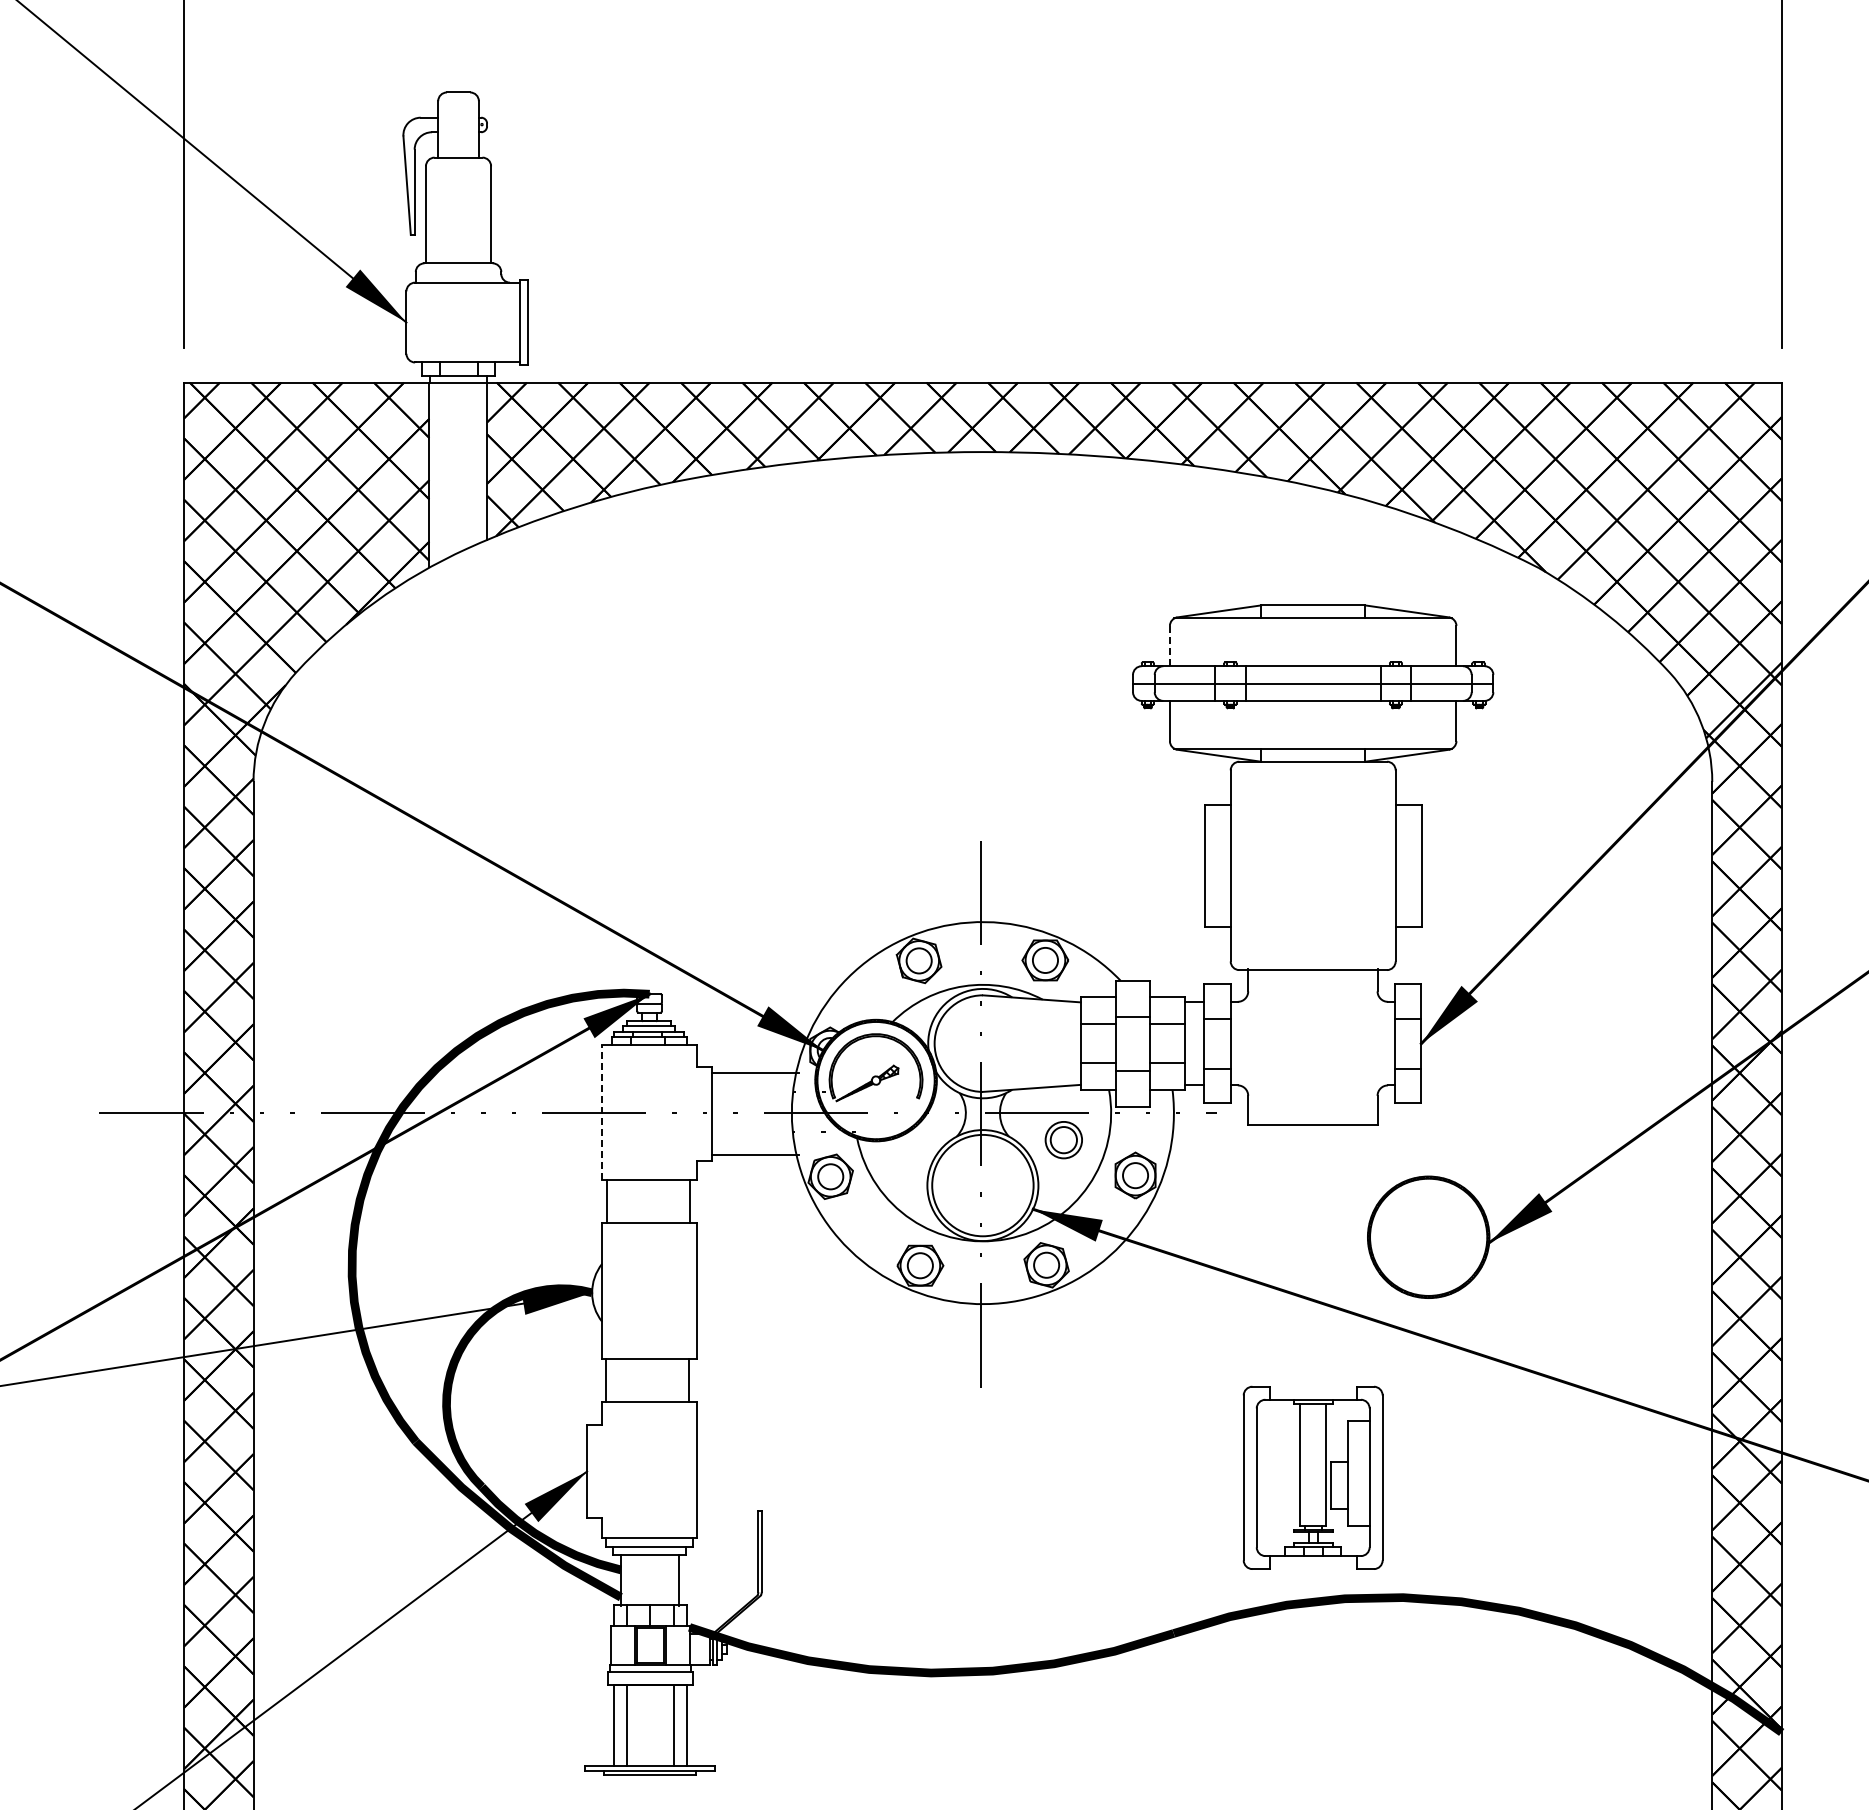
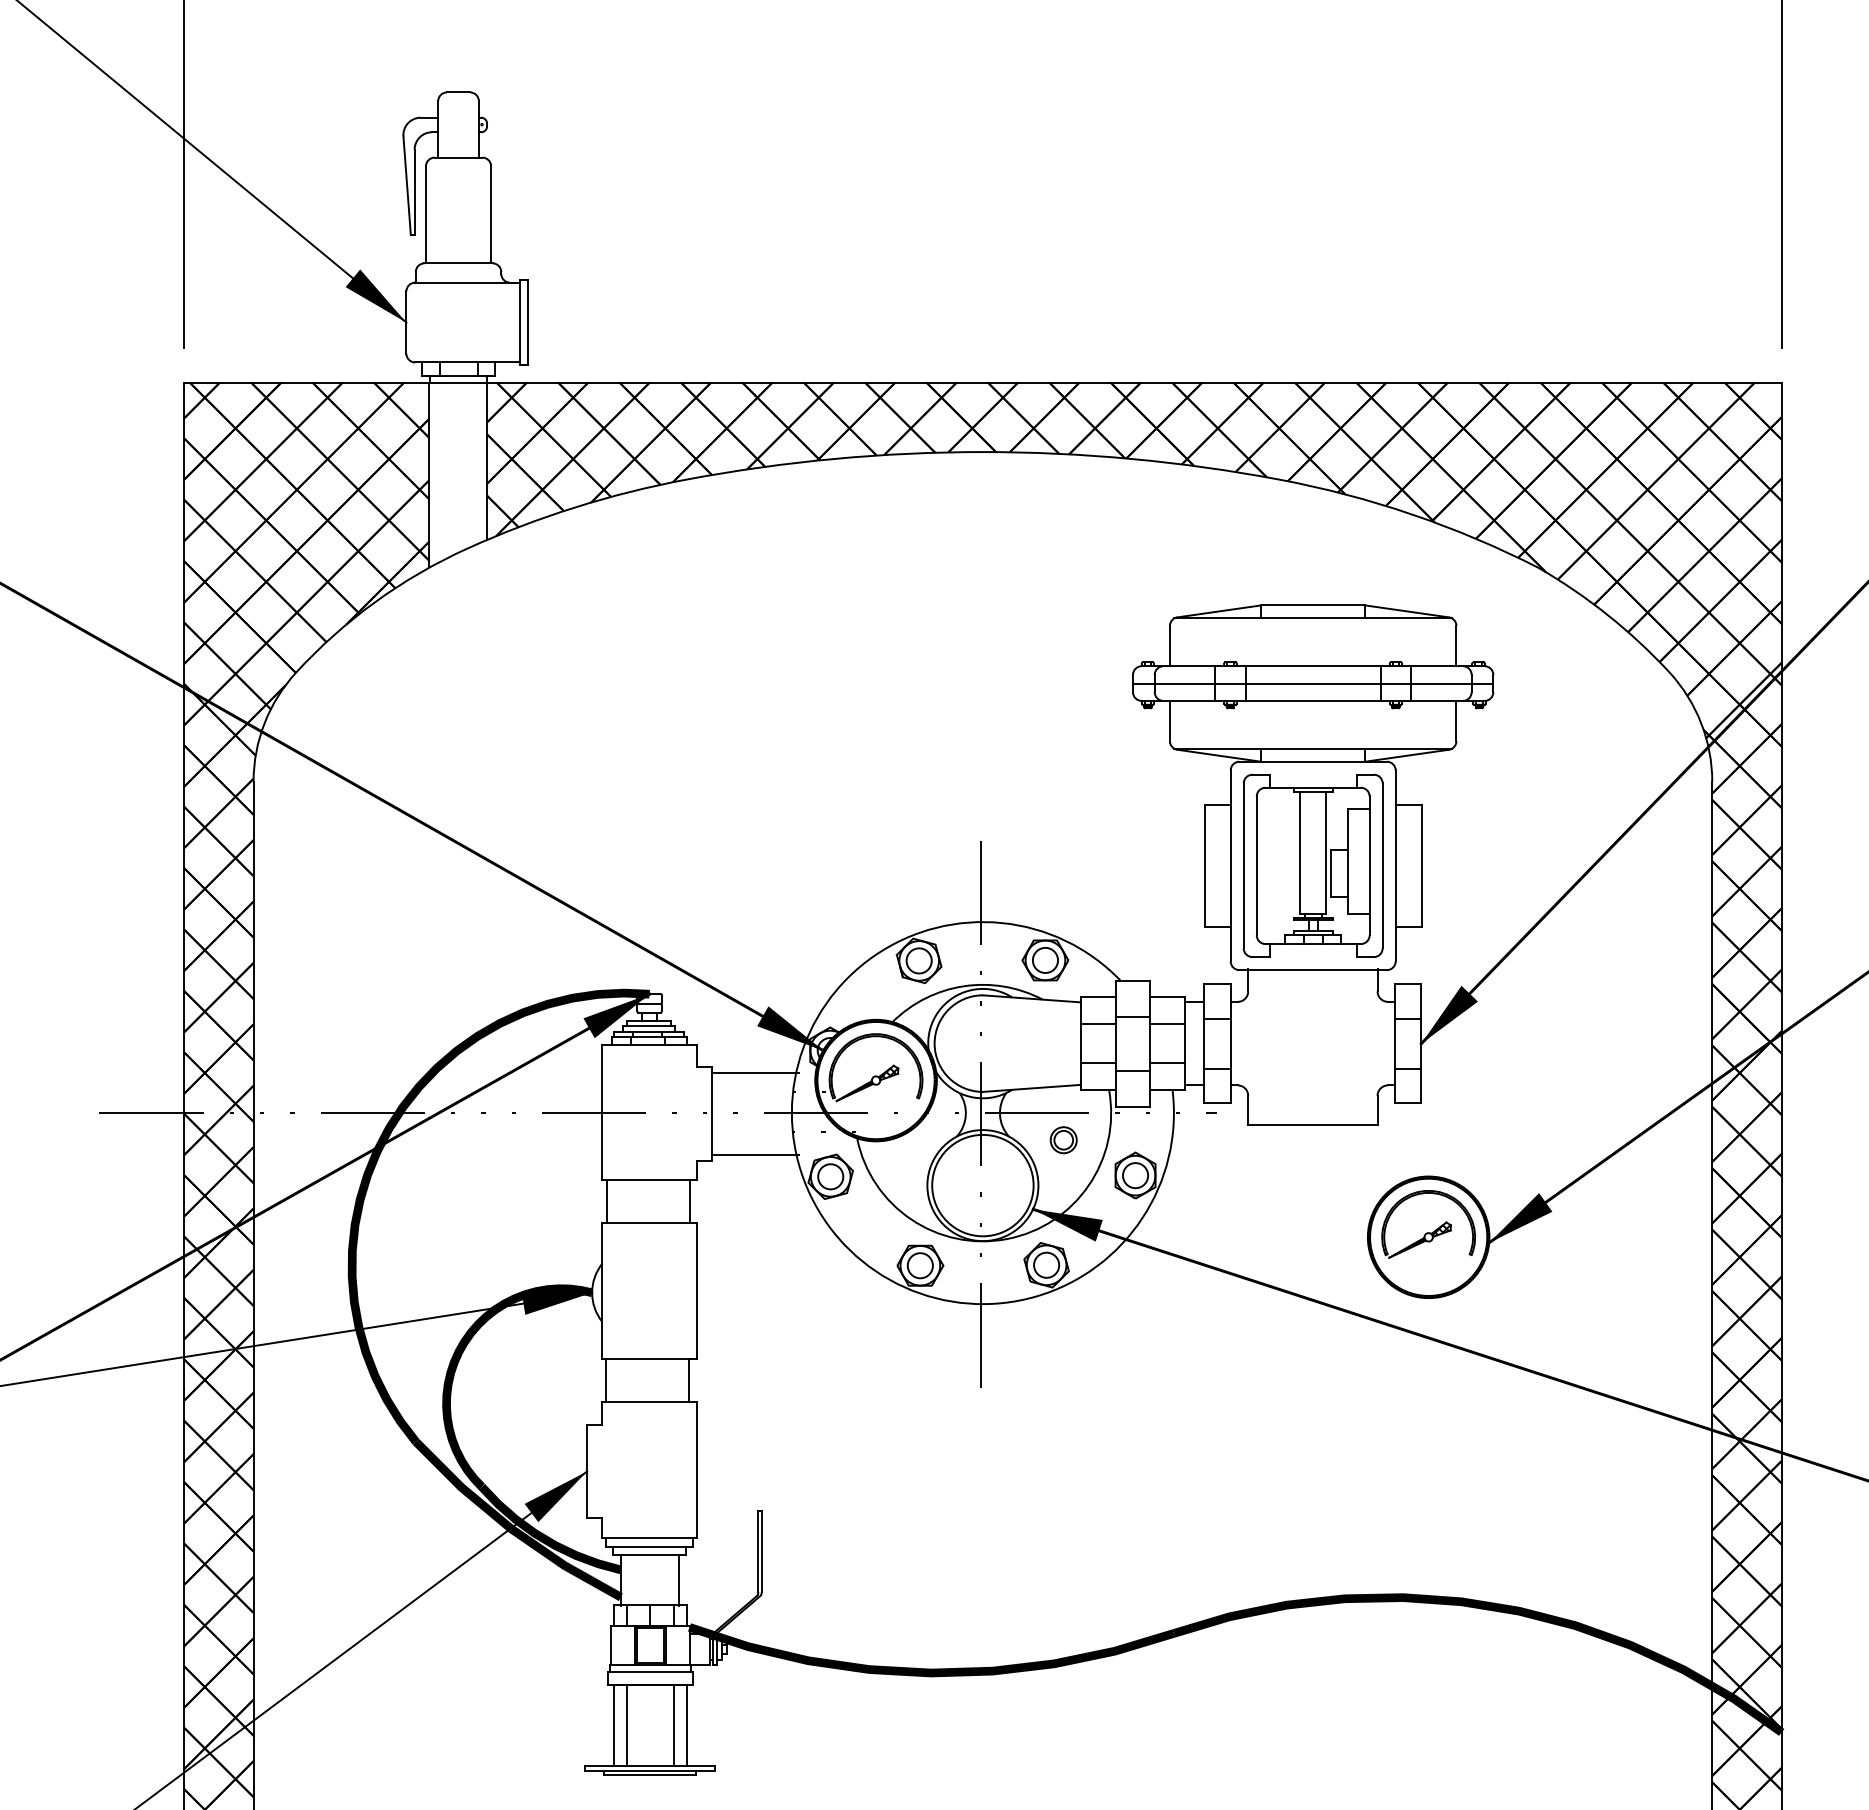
line at (1169, 646): dashed -> solid
line at (602, 1112): dashed -> solid
part at (1063, 1140) size: 39x39 px -> 29x29 px
part at (1428, 1232): none -> present
part at (1312, 1477) position: (1312, 1477) -> (1312, 865)
